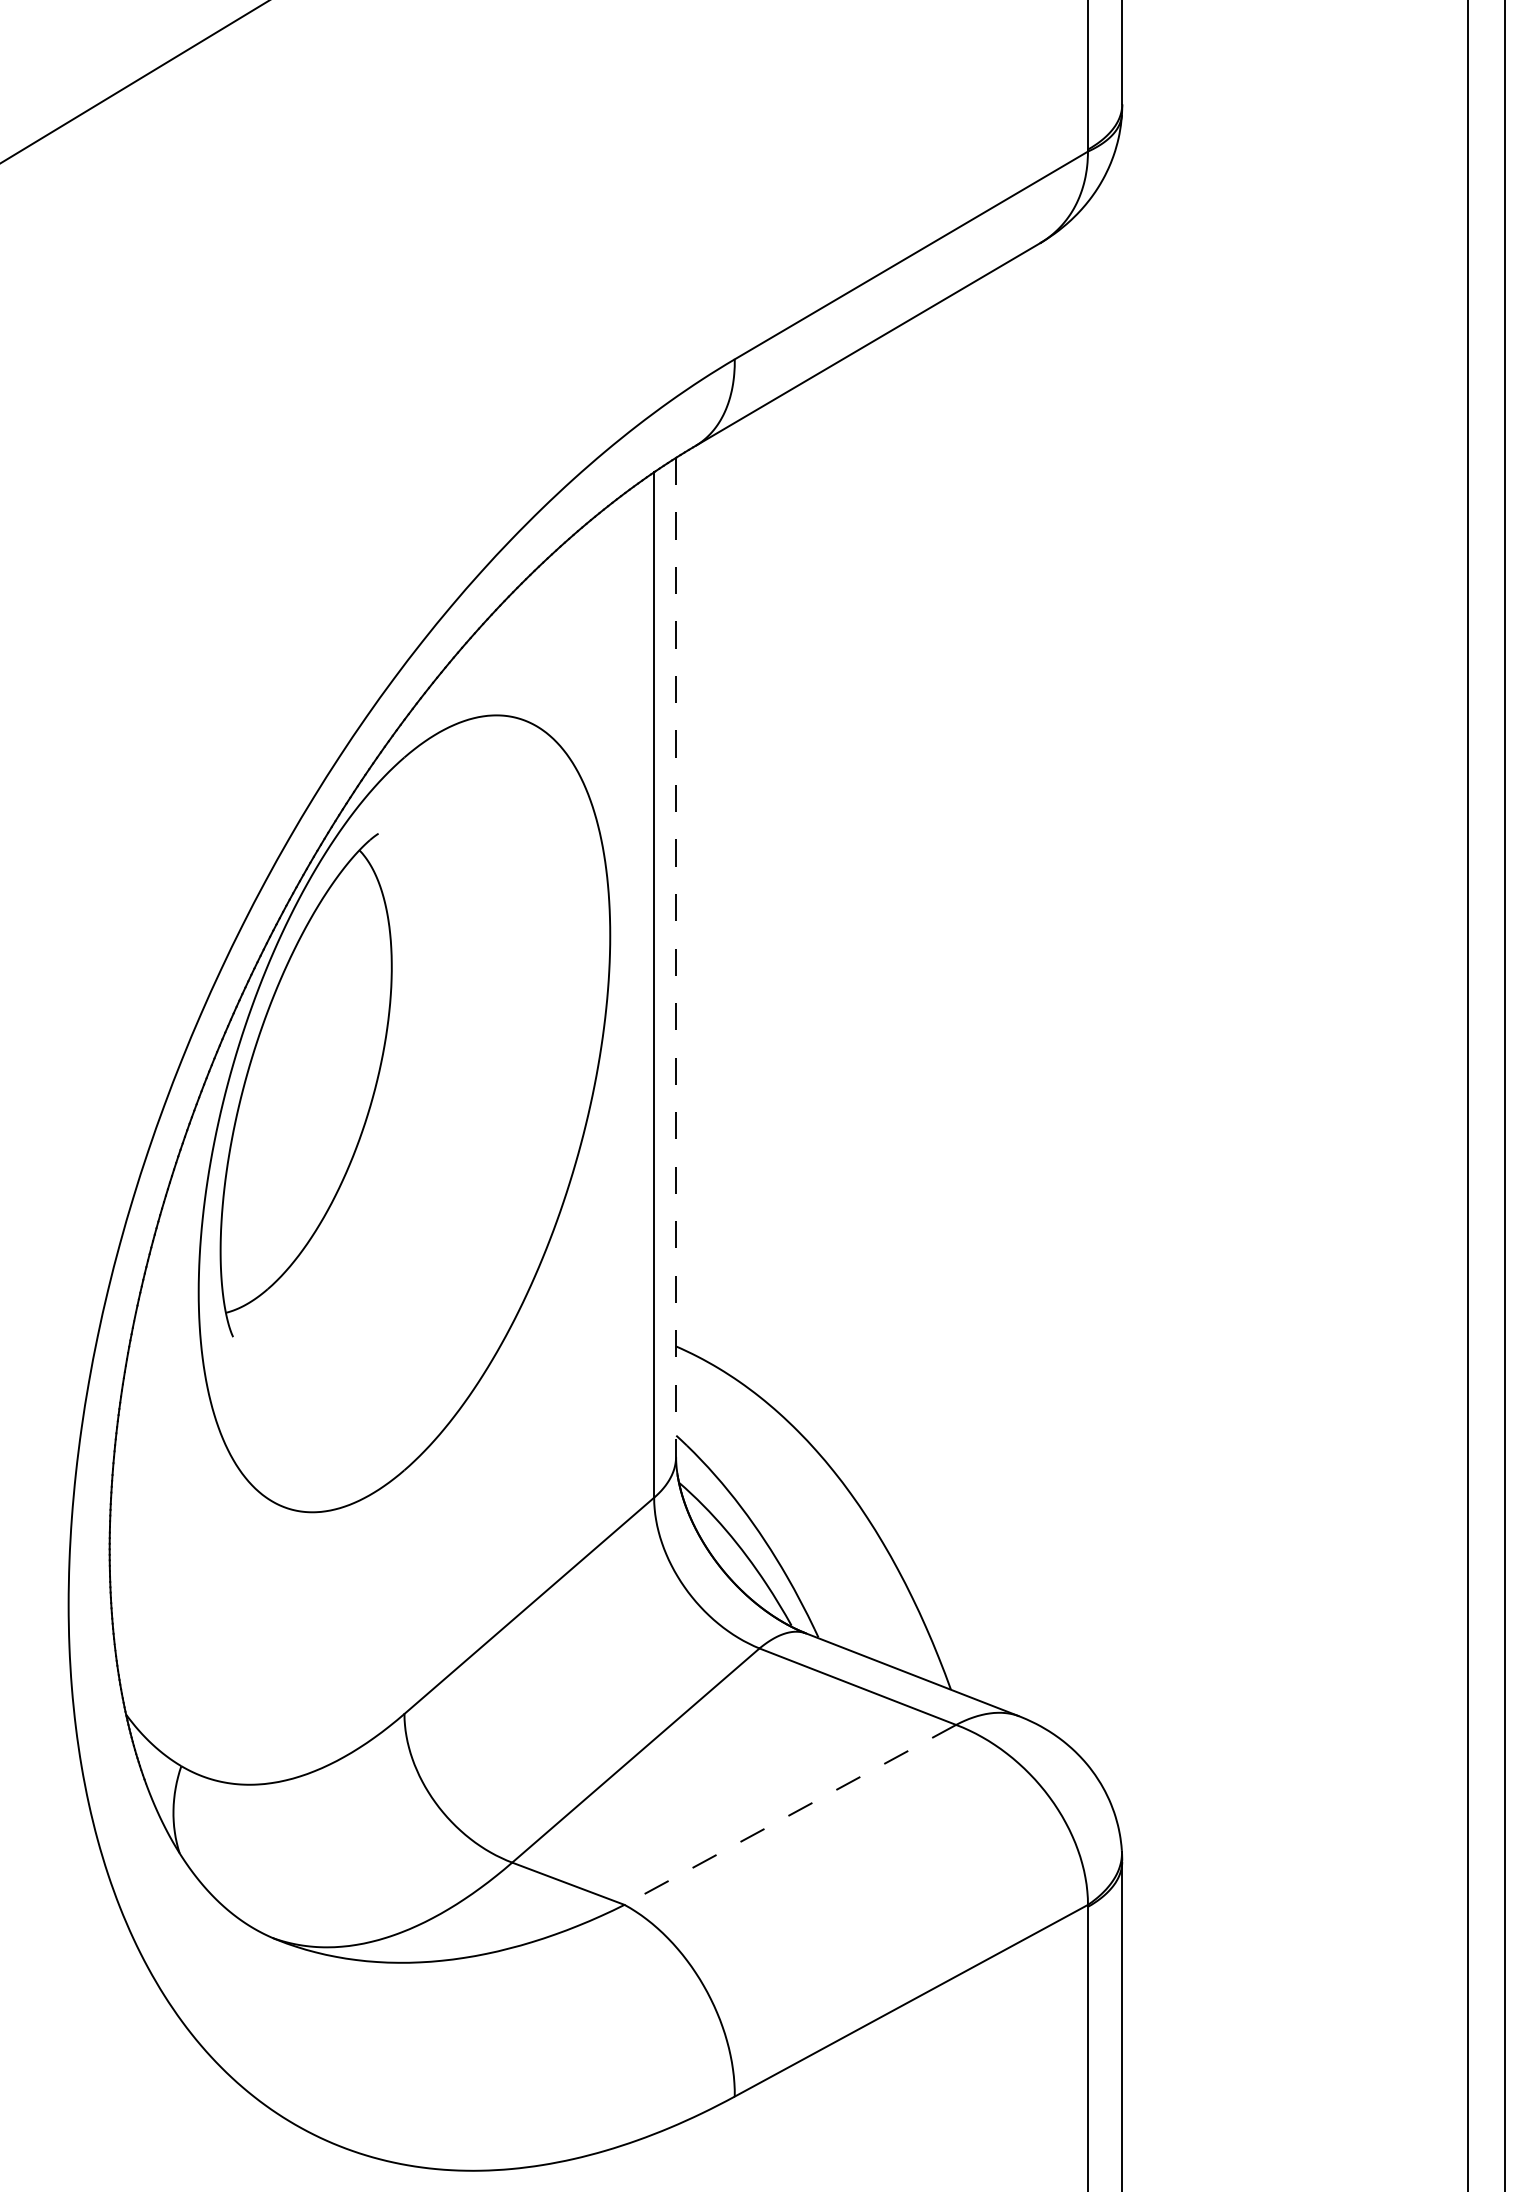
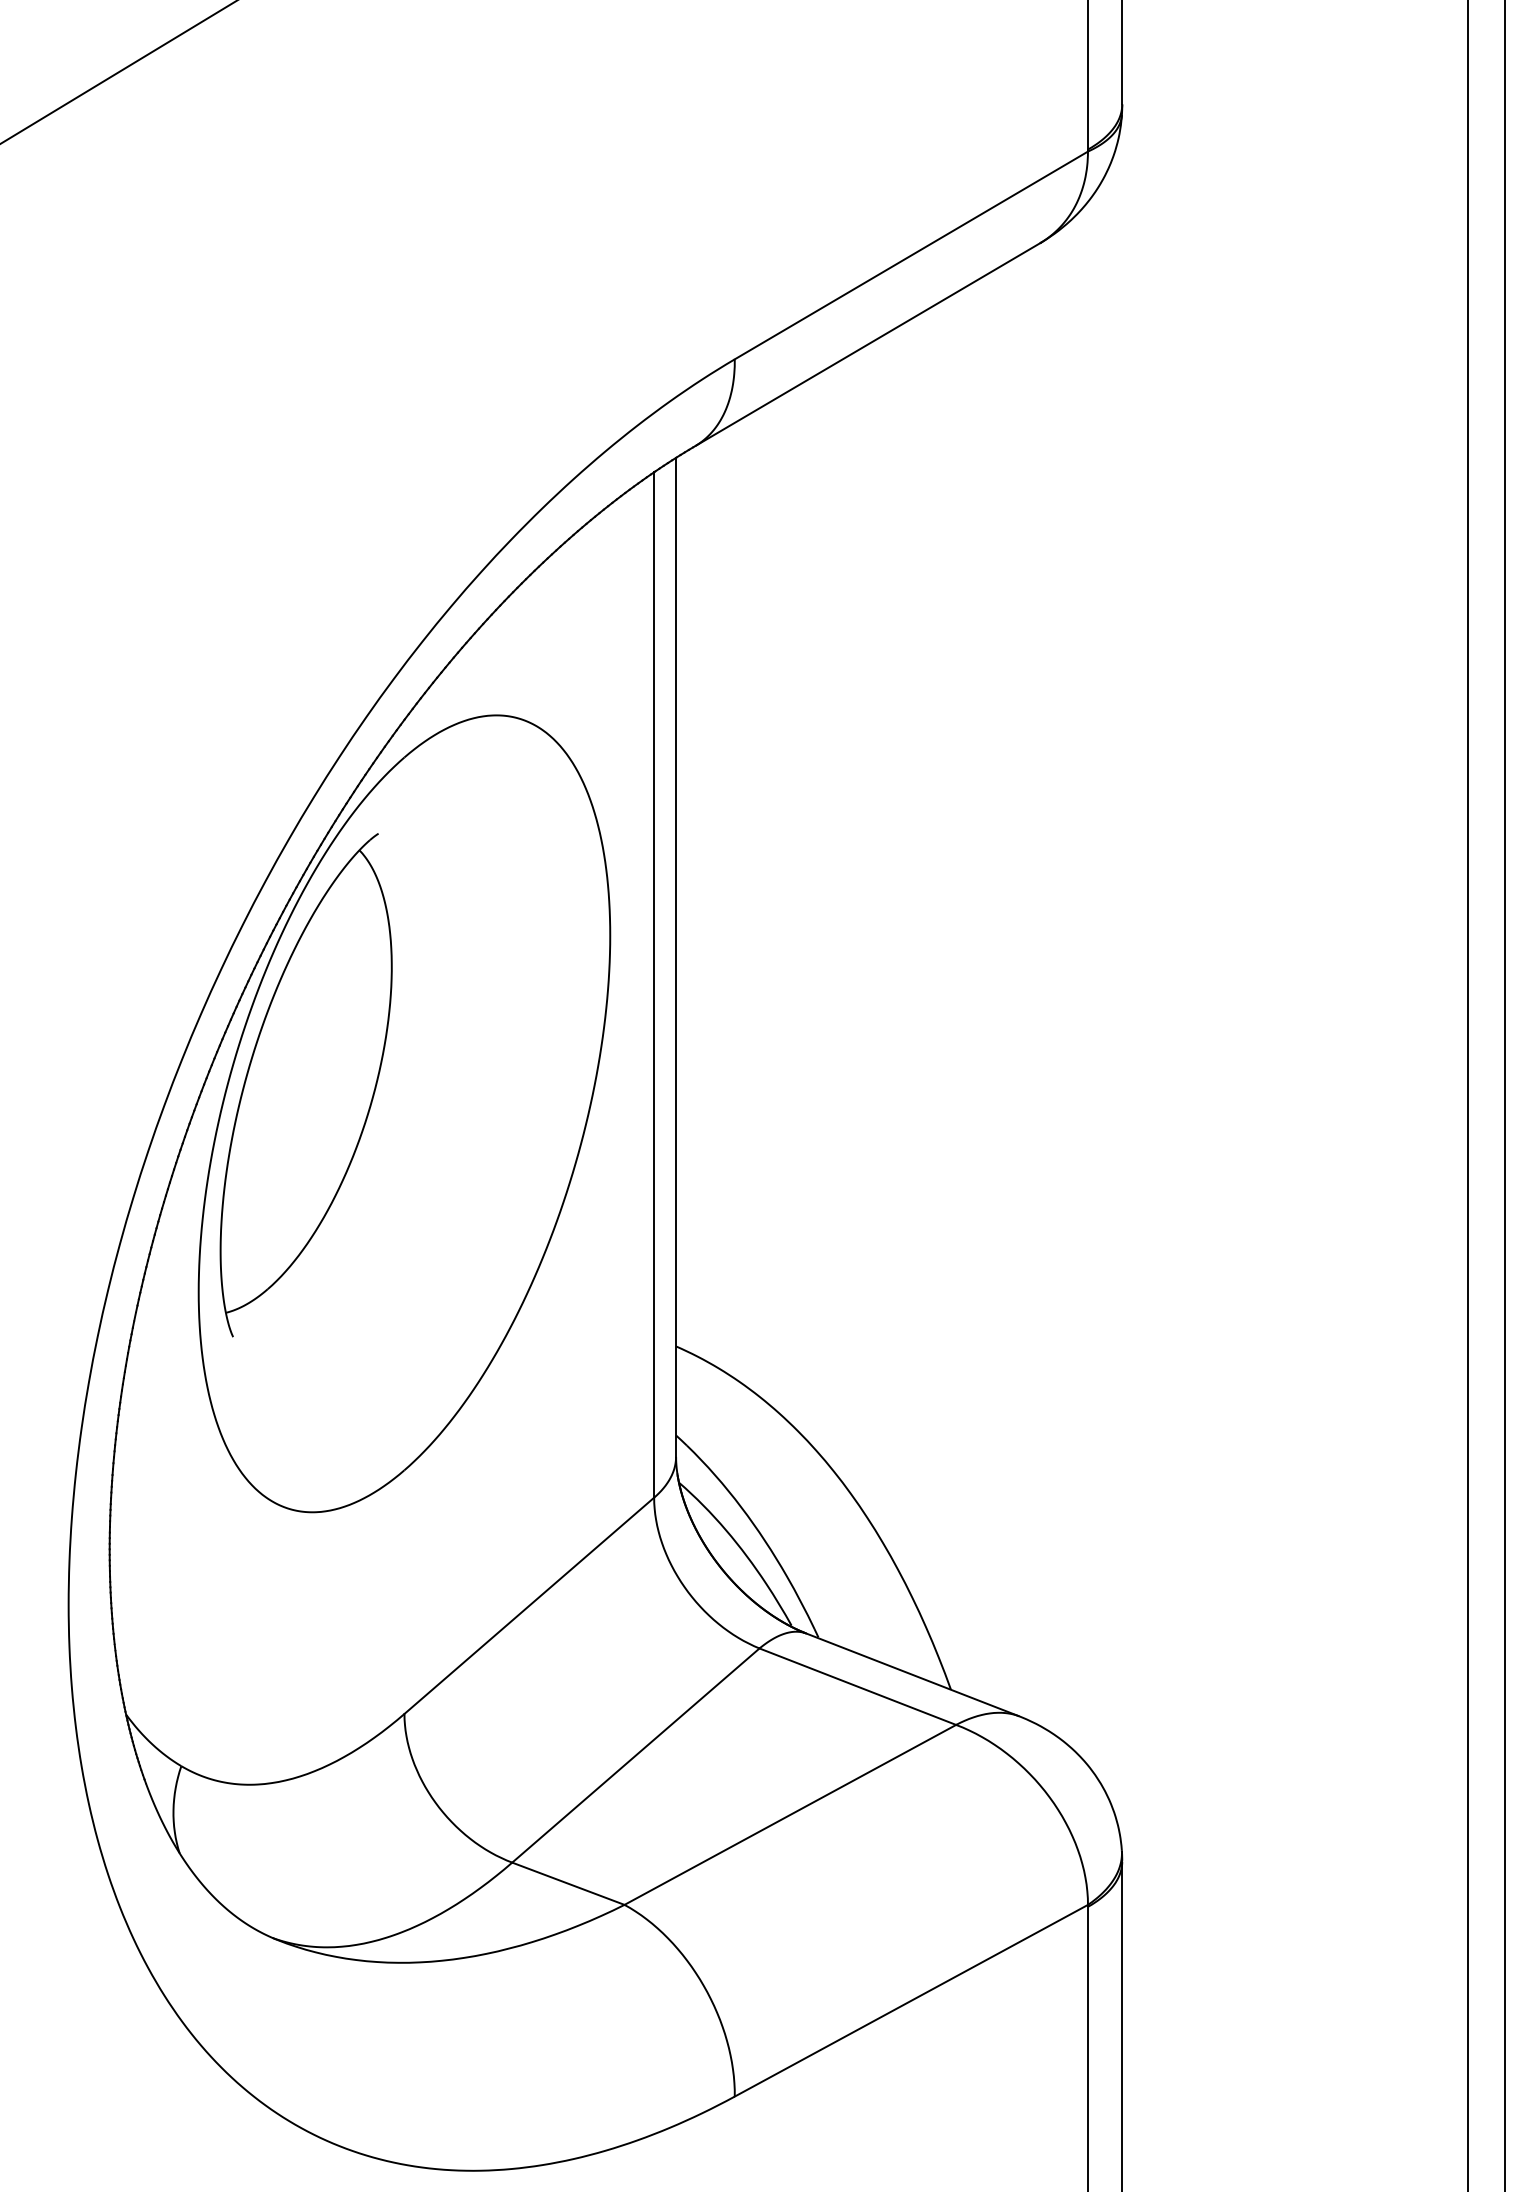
line at (134, 82) position: (134, 82) -> (118, 72)
line at (676, 957): dashed -> solid
line at (790, 1814): dashed -> solid
